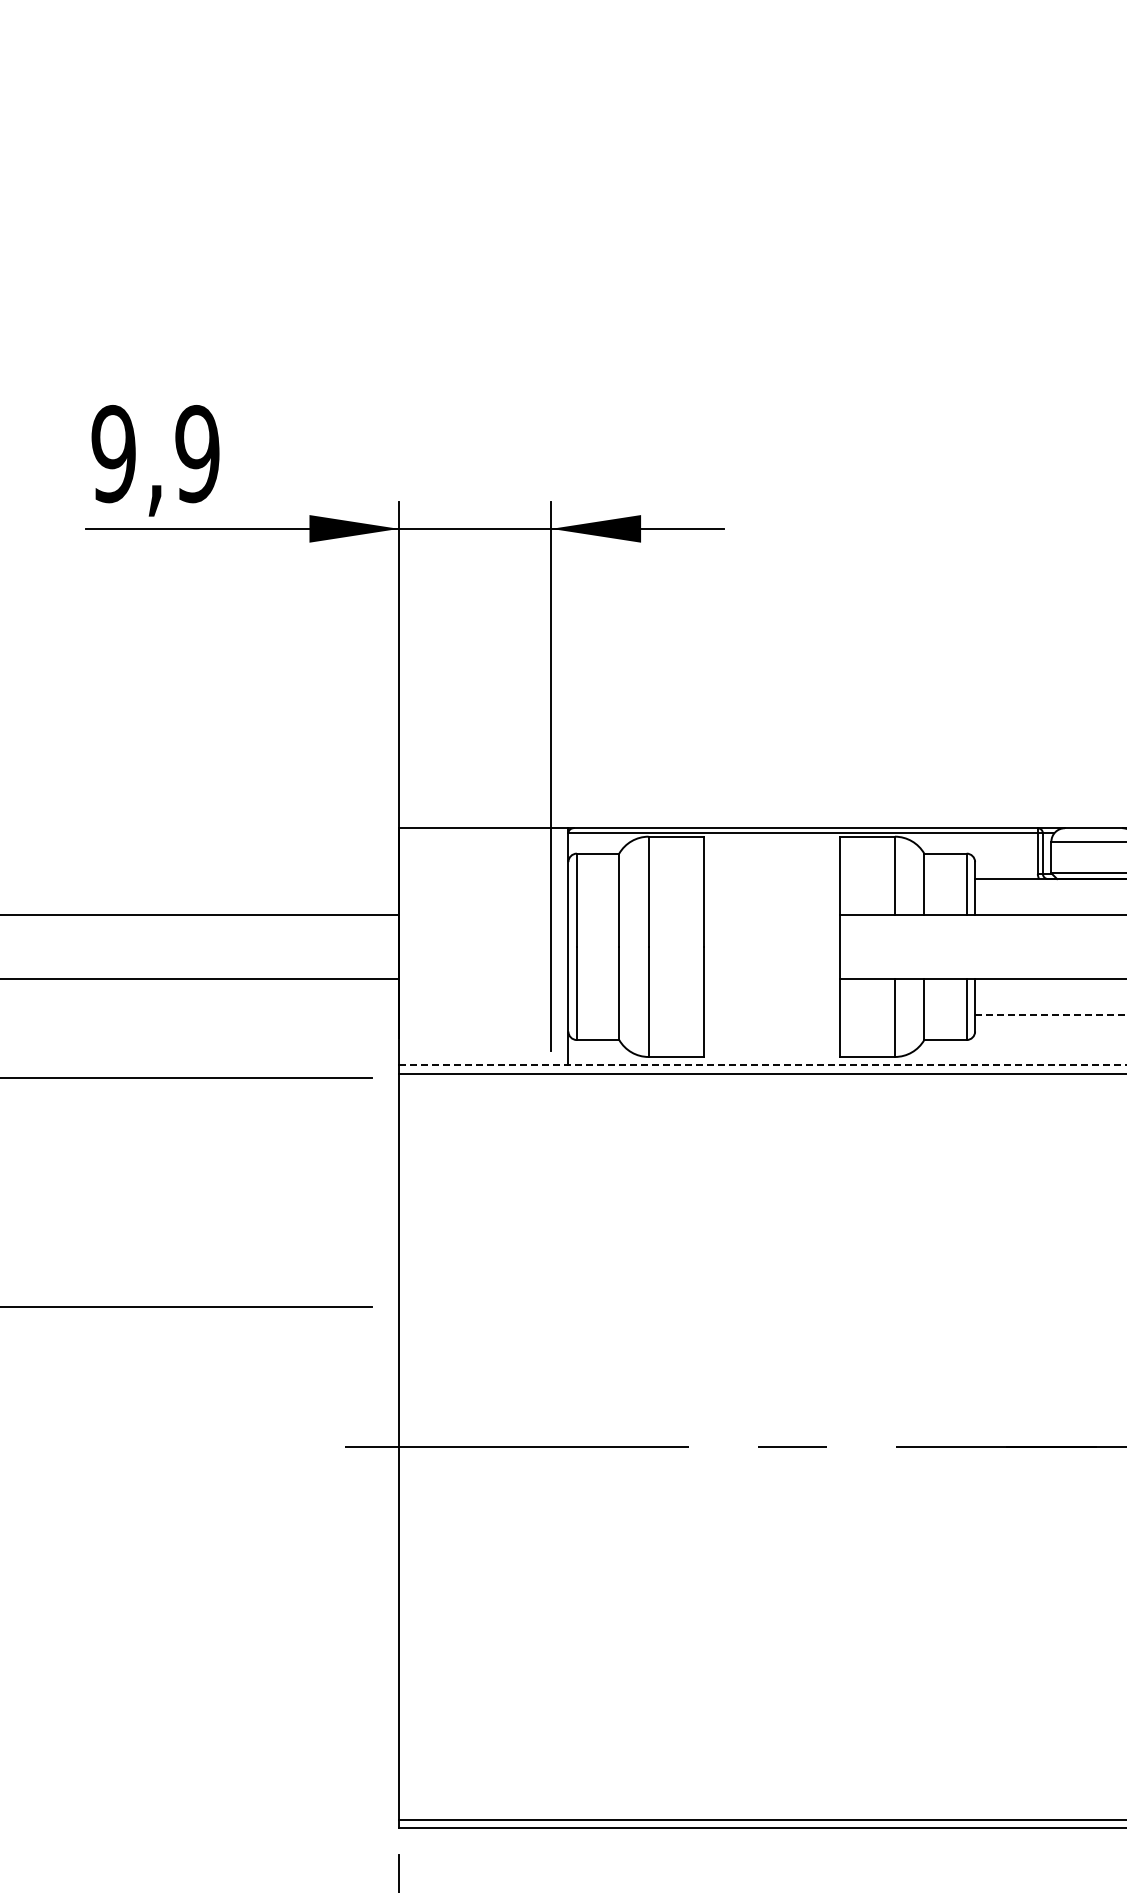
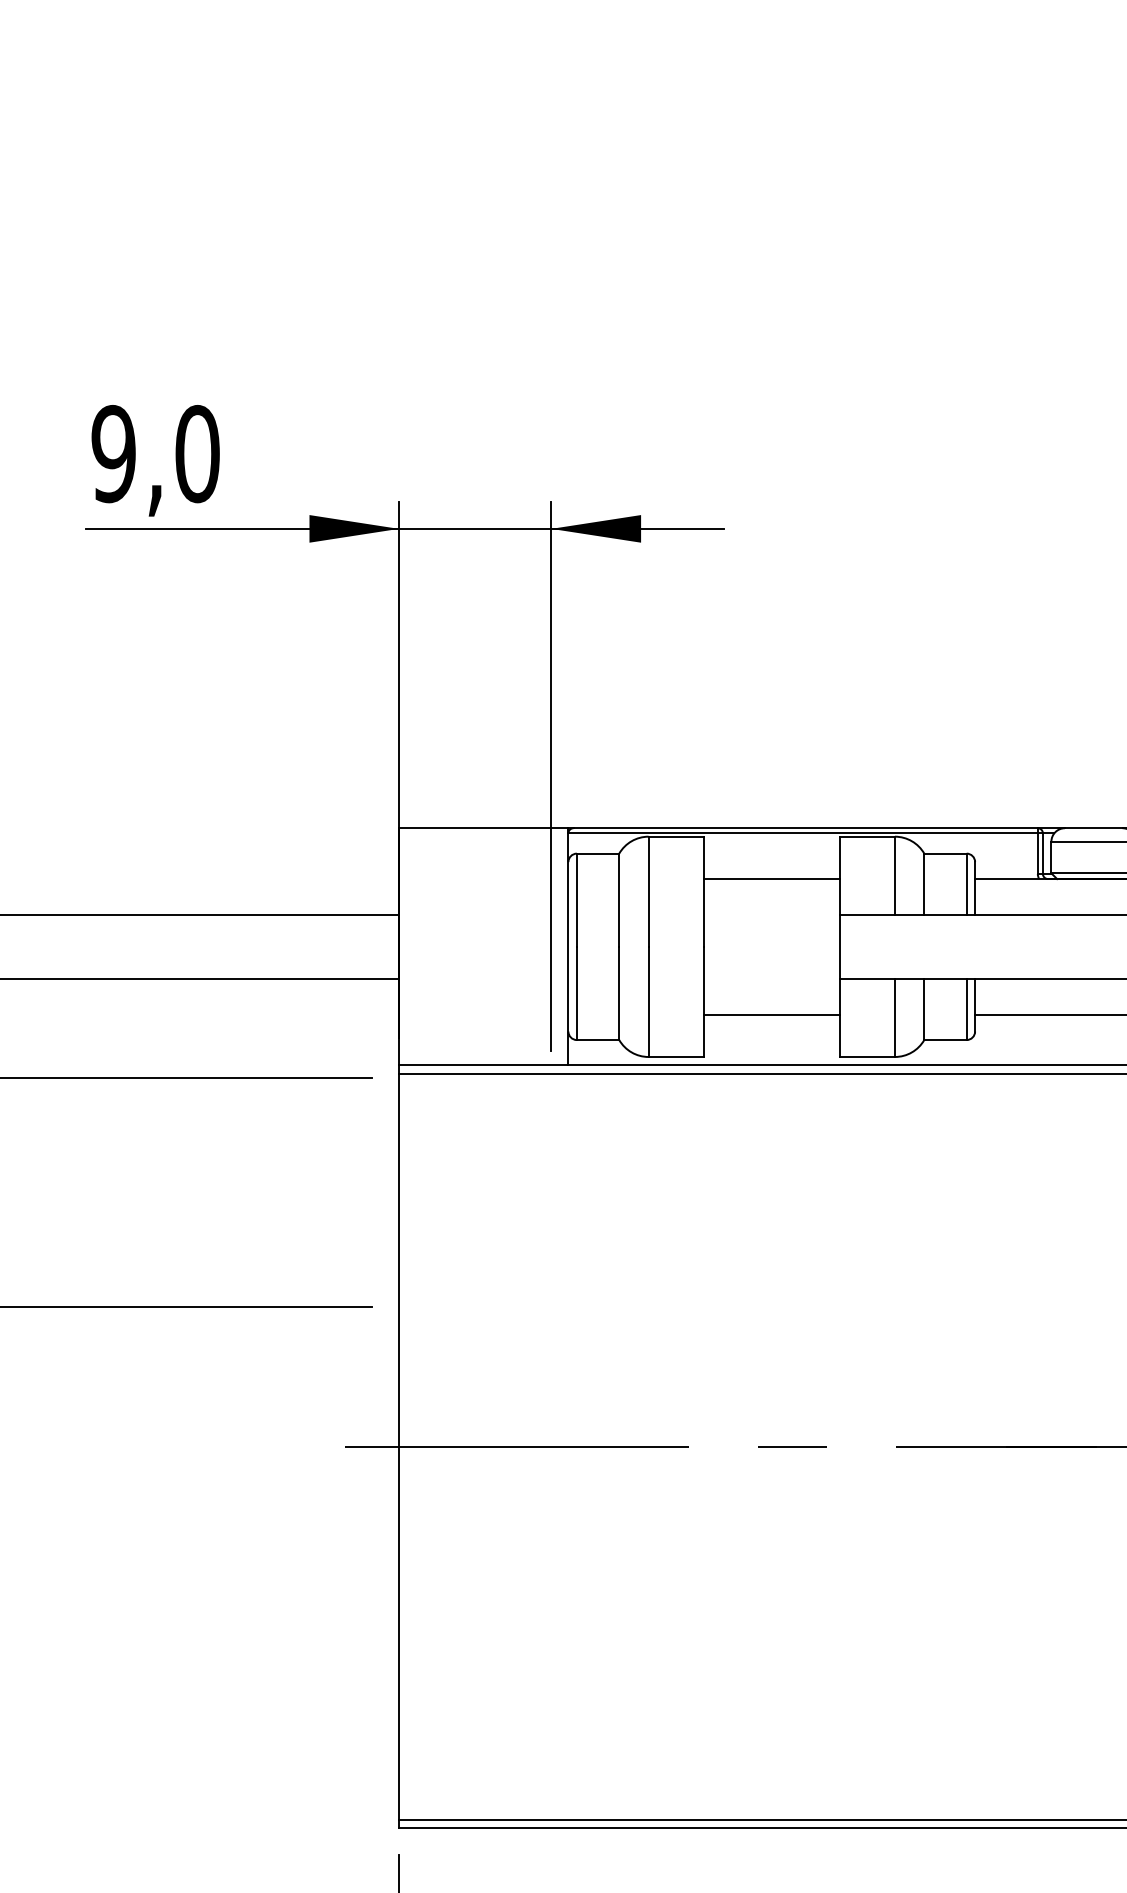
text at (197, 454): 9,9 -> 9,0
line at (771, 879): none -> present
line at (771, 1014): none -> present
line at (1051, 1014): dashed -> solid
line at (762, 1065): dashed -> solid
